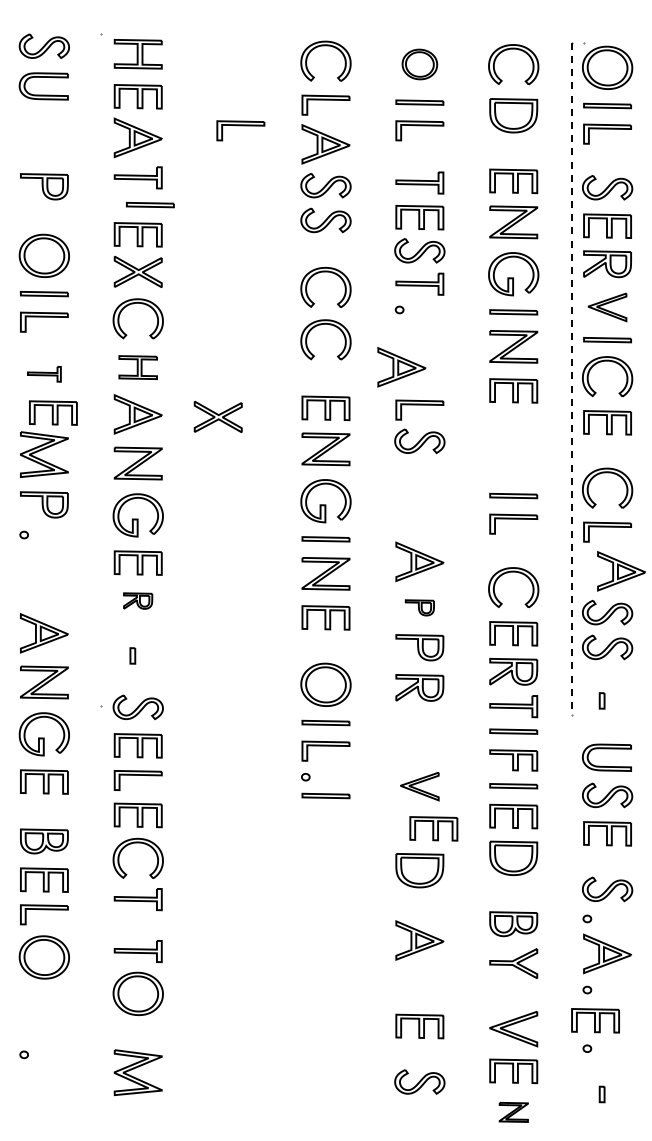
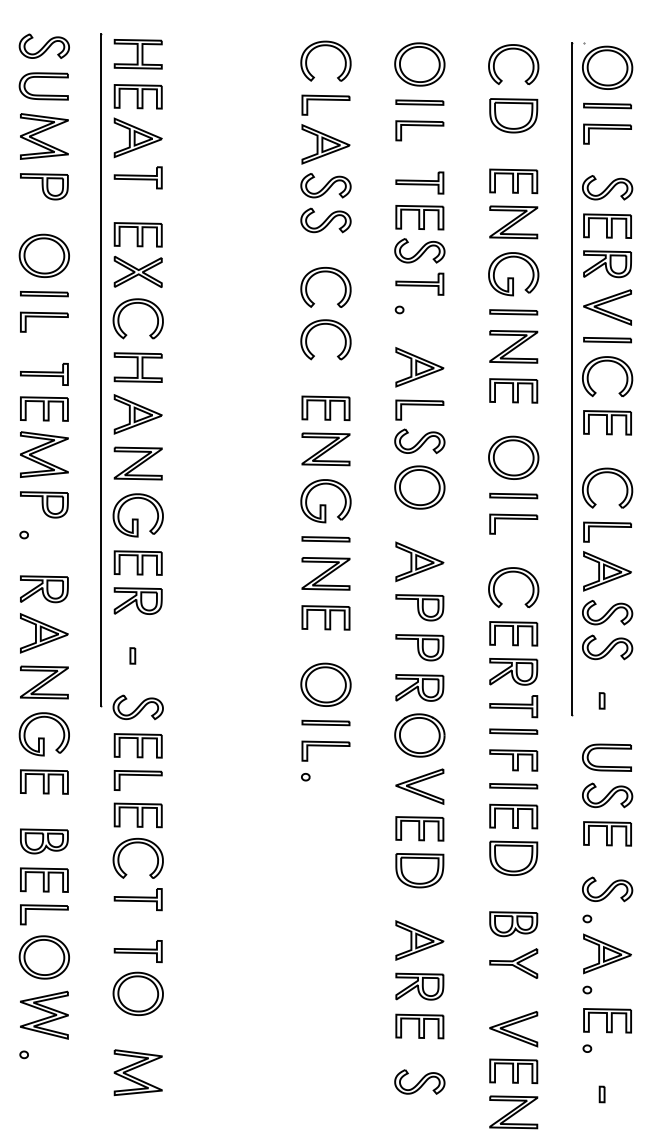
part at (419, 64) size: 38x33 px -> 52x45 px
part at (240, 130): present -> none
part at (44, 136): none -> present
part at (150, 204): present -> none
part at (607, 307) size: 41x31 px -> 49x37 px
part at (137, 367) size: 40x25 px -> 50x31 px
part at (401, 367) position: (401, 367) -> (419, 367)
line at (101, 370): none -> present
part at (44, 374) size: 35x17 px -> 49x24 px
line at (572, 378): dashed -> solid
part at (53, 412) position: (53, 412) -> (44, 408)
part at (217, 416): present -> none
part at (513, 457): none -> present
part at (419, 487): none -> present
part at (621, 571) position: (621, 571) -> (607, 571)
part at (44, 589): none -> present
part at (138, 600) size: 31x18 px -> 50x28 px
part at (419, 607) size: 31x18 px -> 50x28 px
part at (419, 735): none -> present
part at (419, 786) size: 40x30 px -> 50x37 px
part at (325, 795): present -> none
part at (433, 828) position: (433, 828) -> (419, 828)
part at (419, 986): none -> present
part at (44, 1014): none -> present
part at (595, 1020) position: (595, 1020) -> (607, 1020)
part at (513, 1112) size: 31x21 px -> 50x35 px
